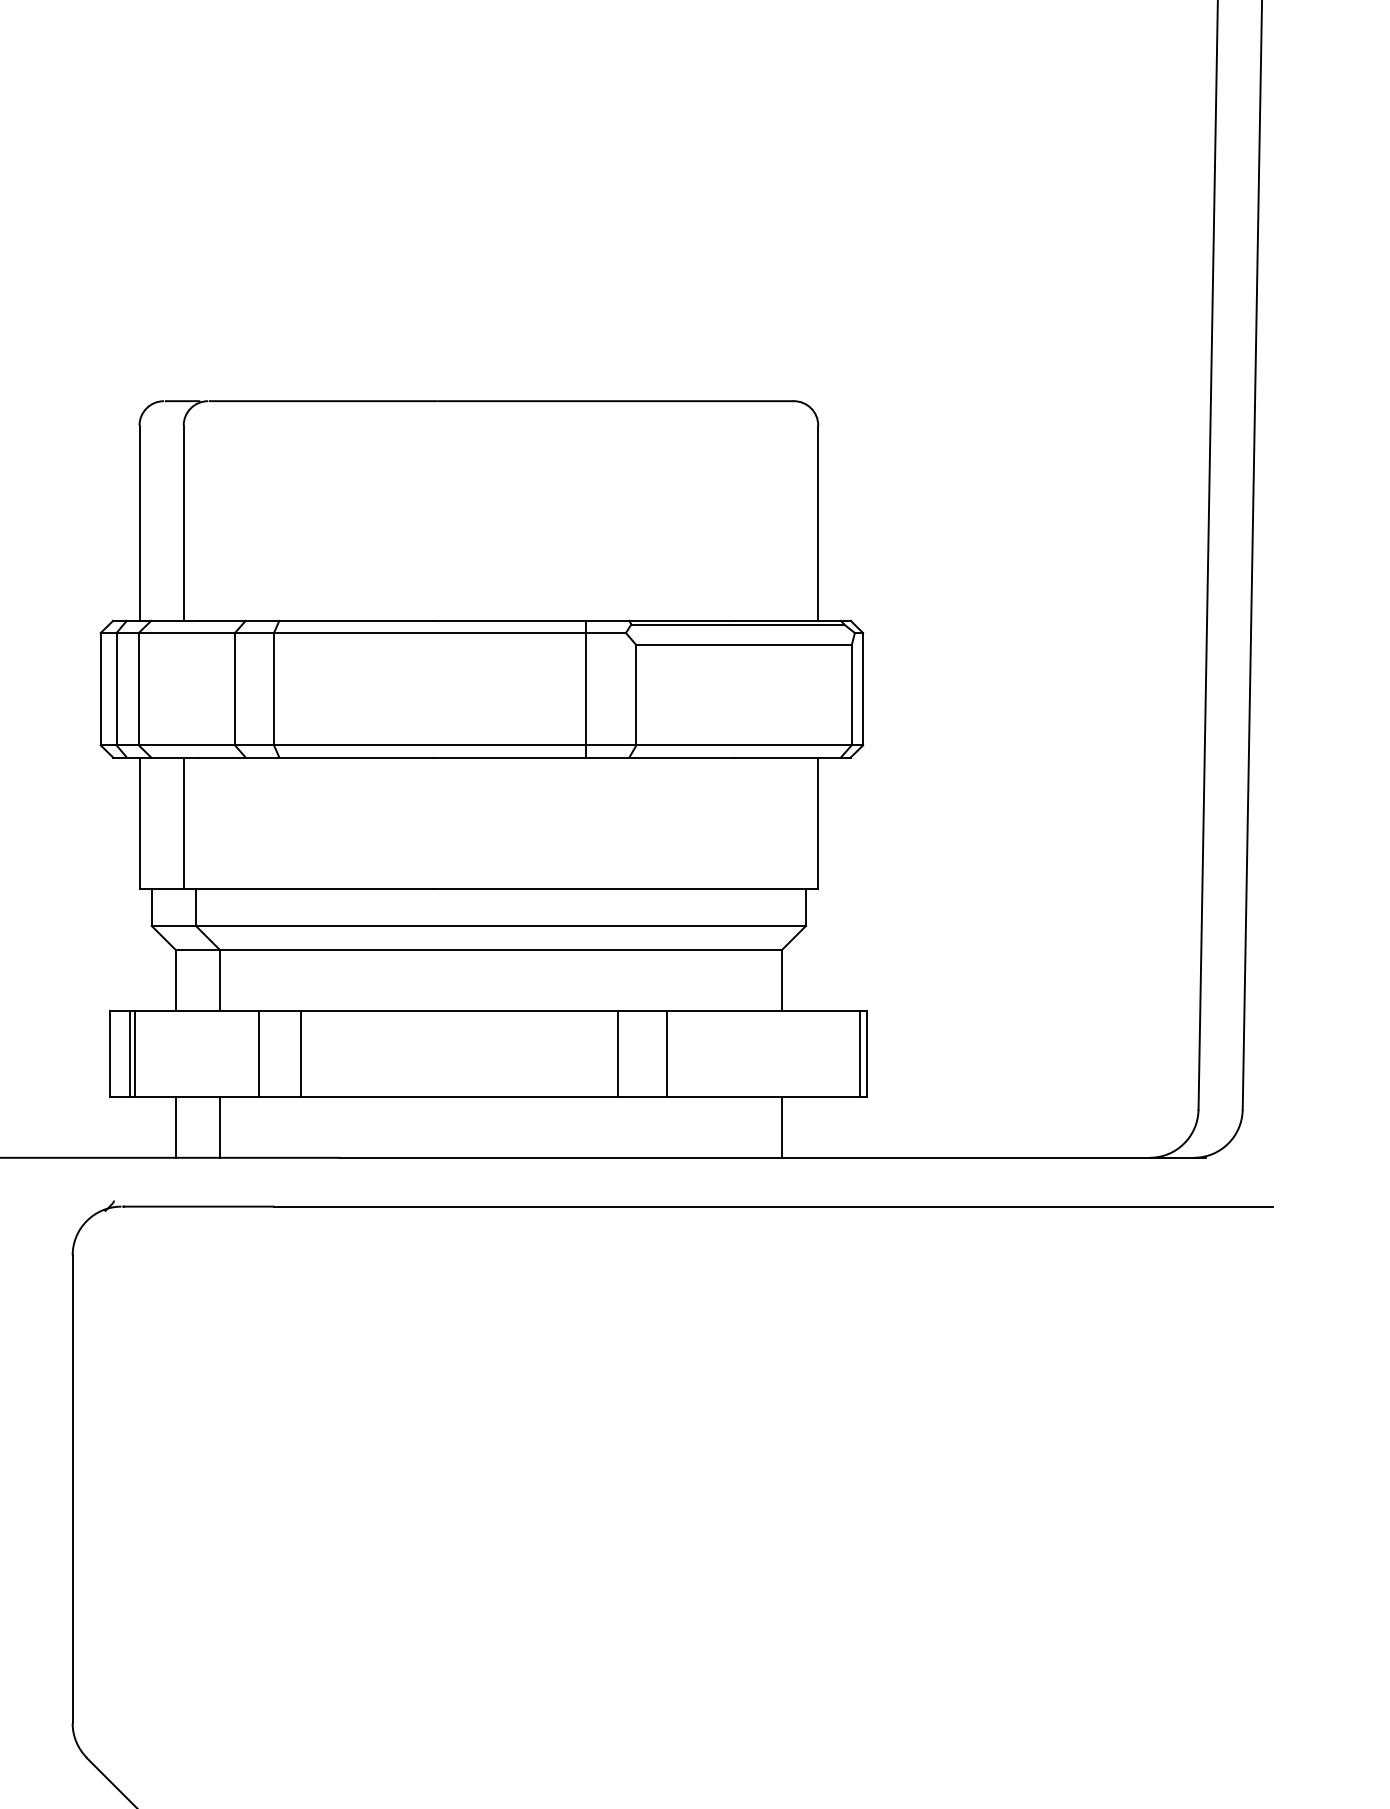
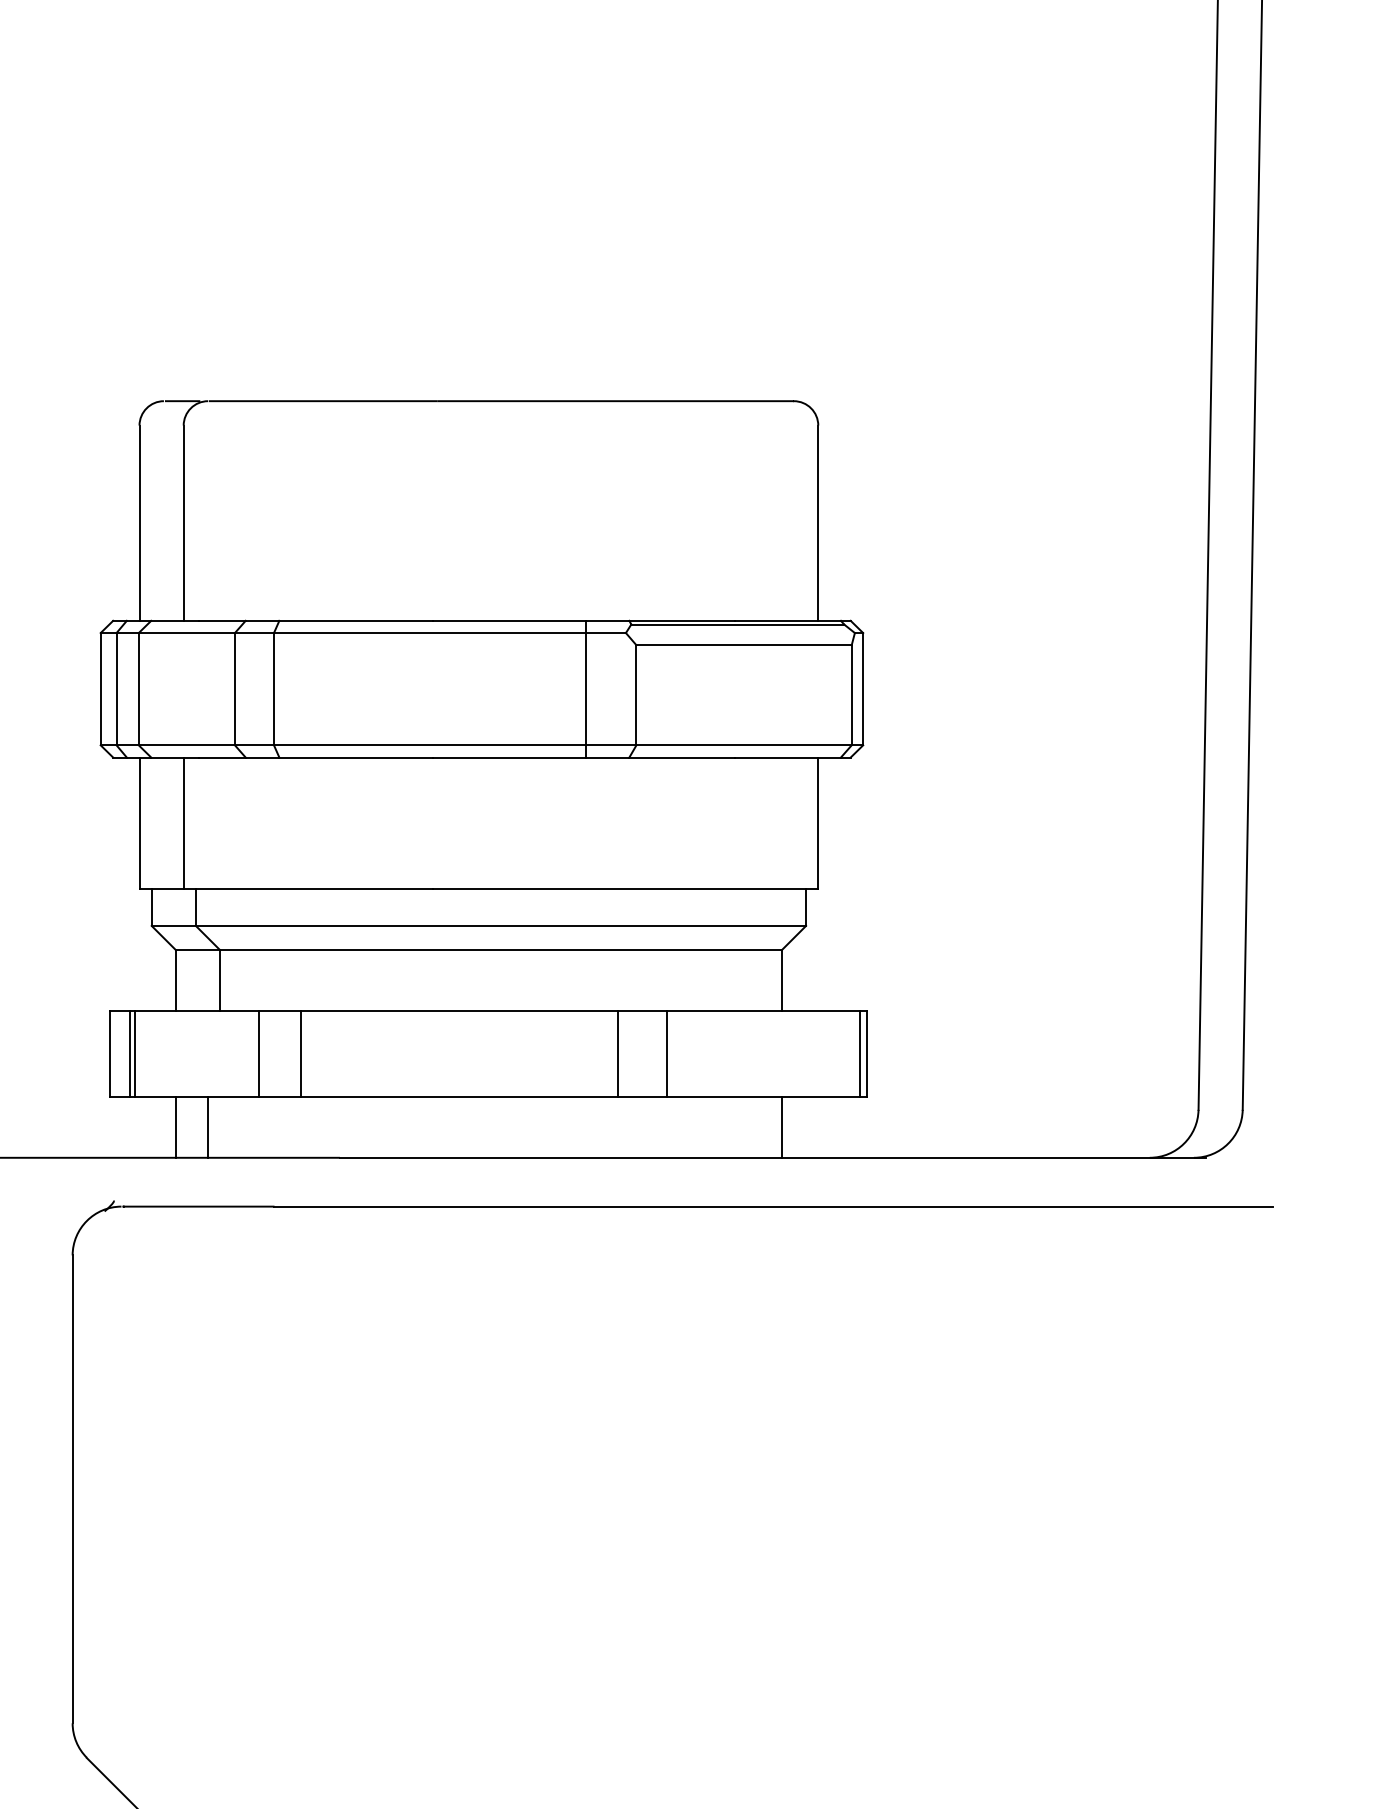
line at (220, 1126) position: (220, 1126) -> (208, 1126)
